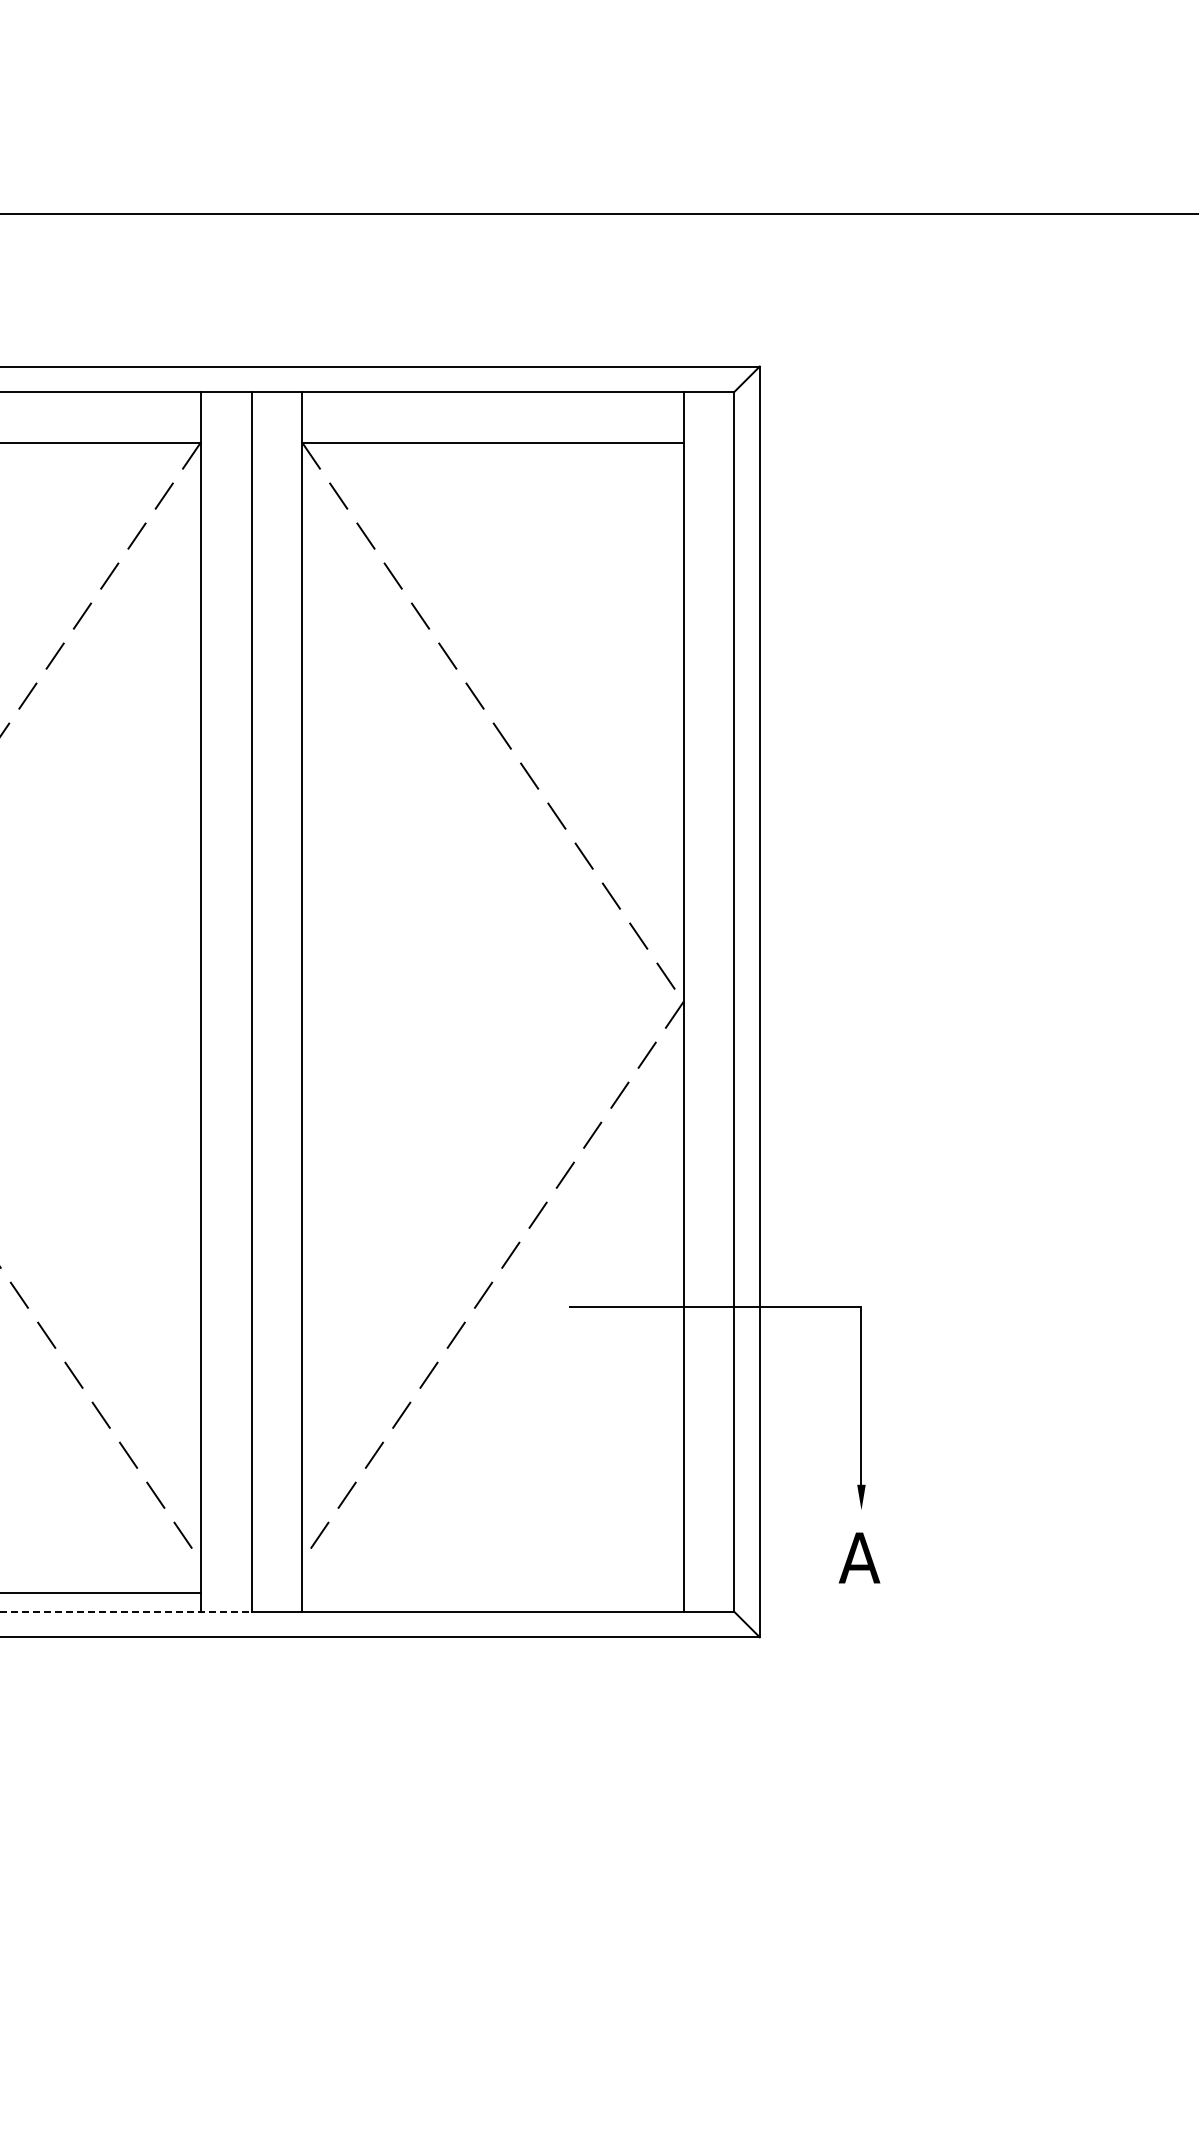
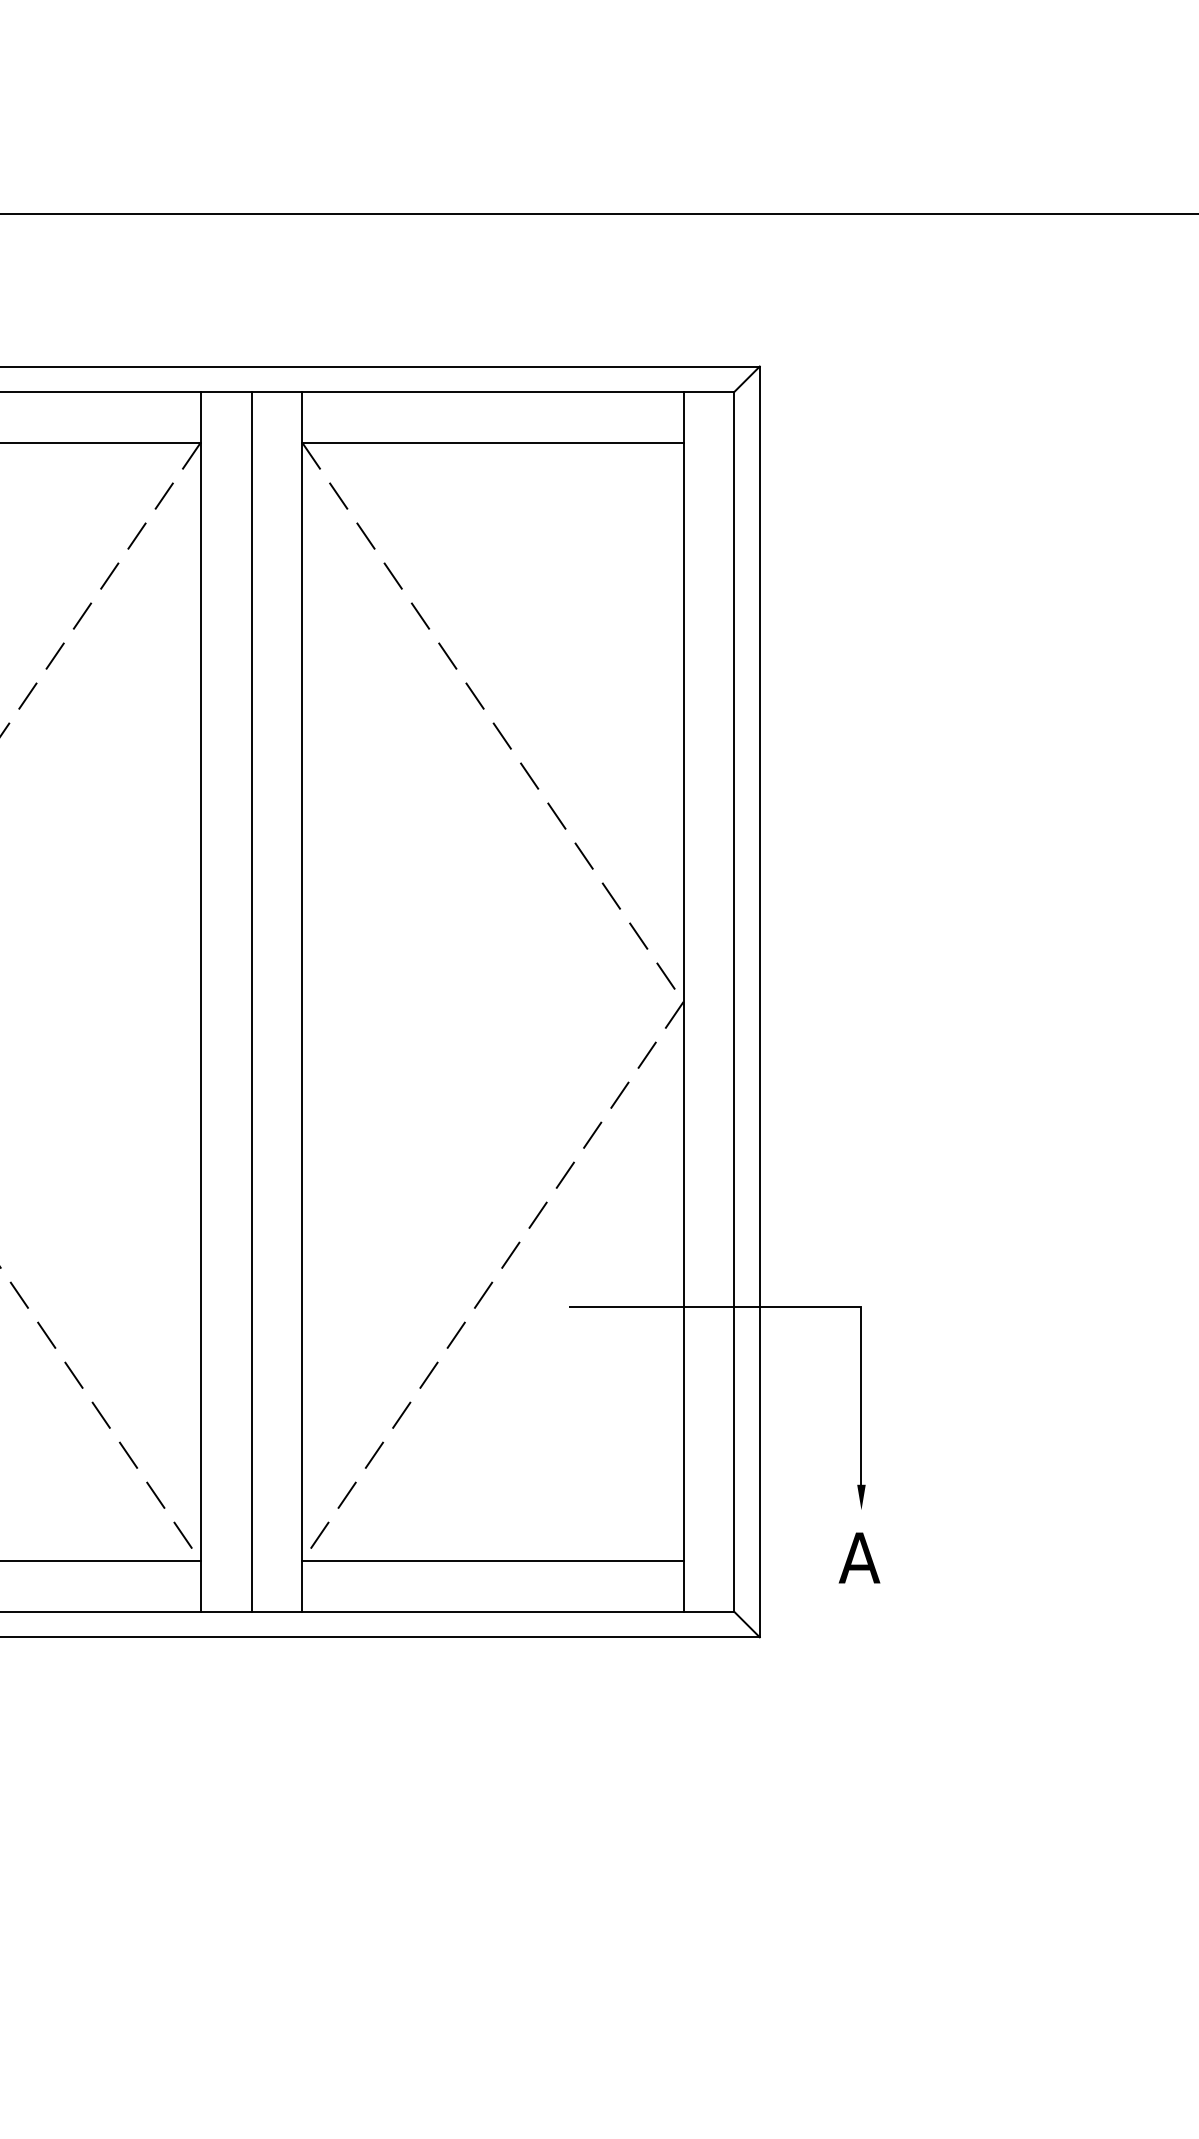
line at (492, 1561): none -> present
line at (101, 1593) position: (101, 1593) -> (101, 1561)
line at (126, 1611): dashed -> solid
